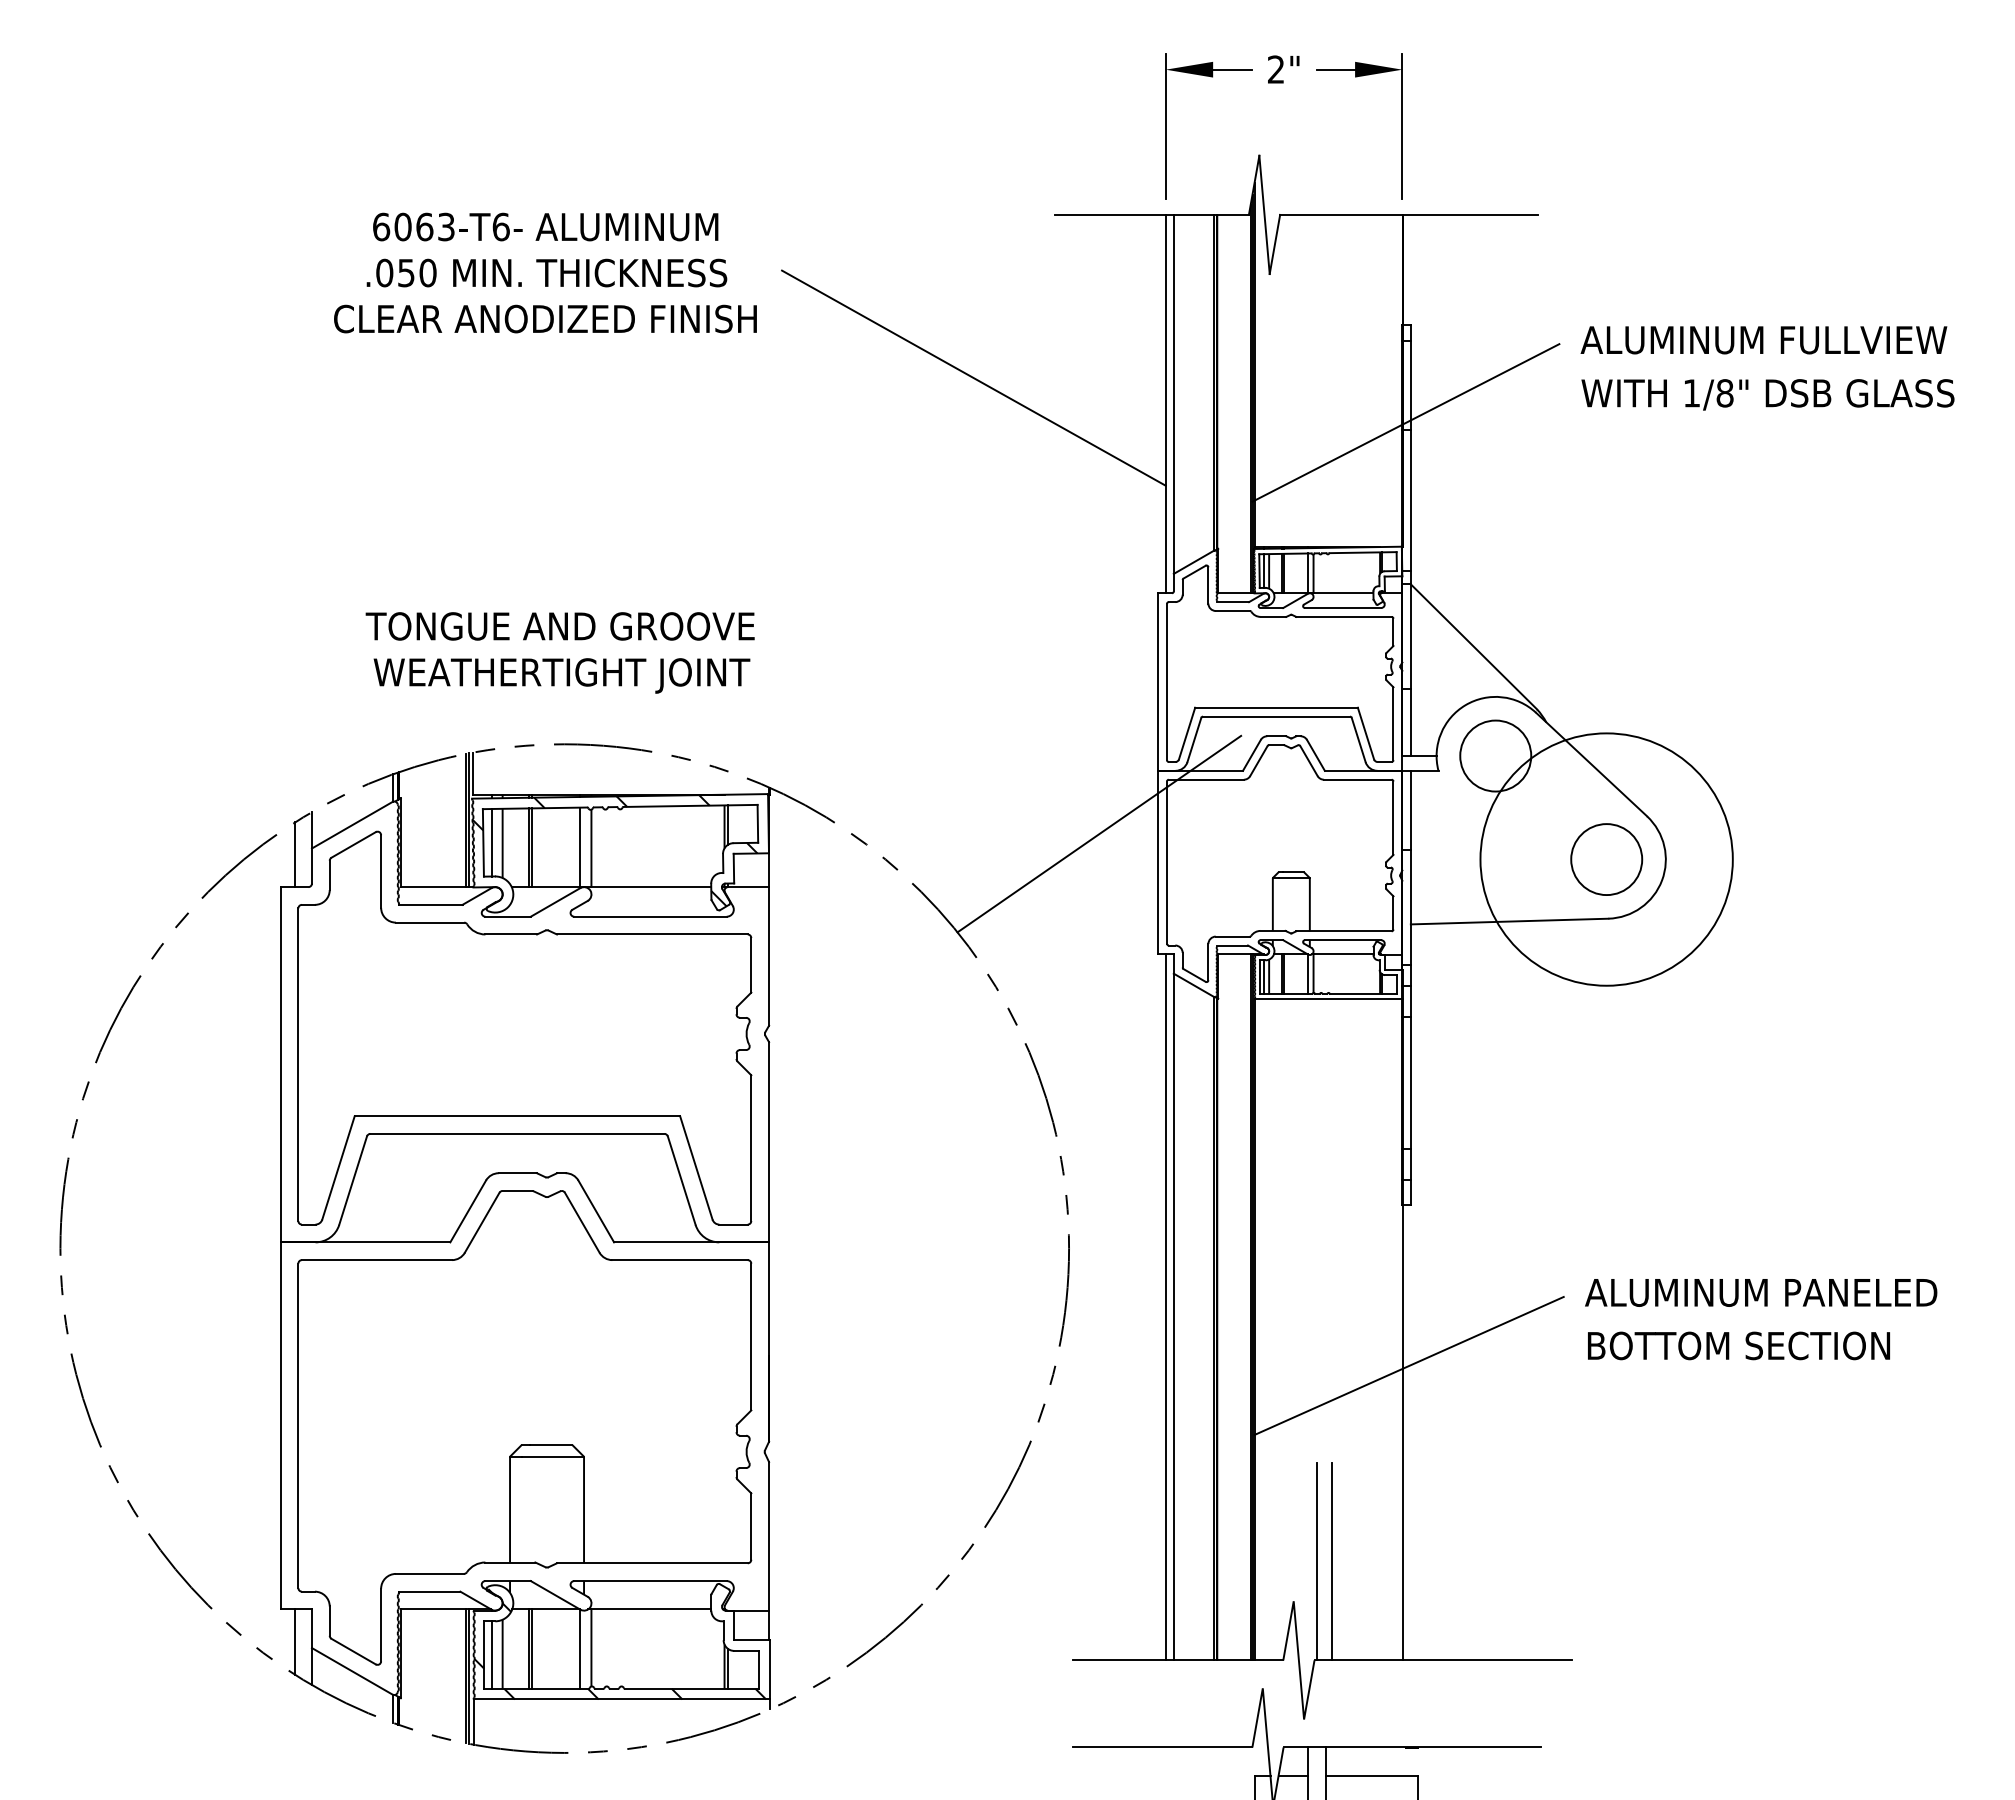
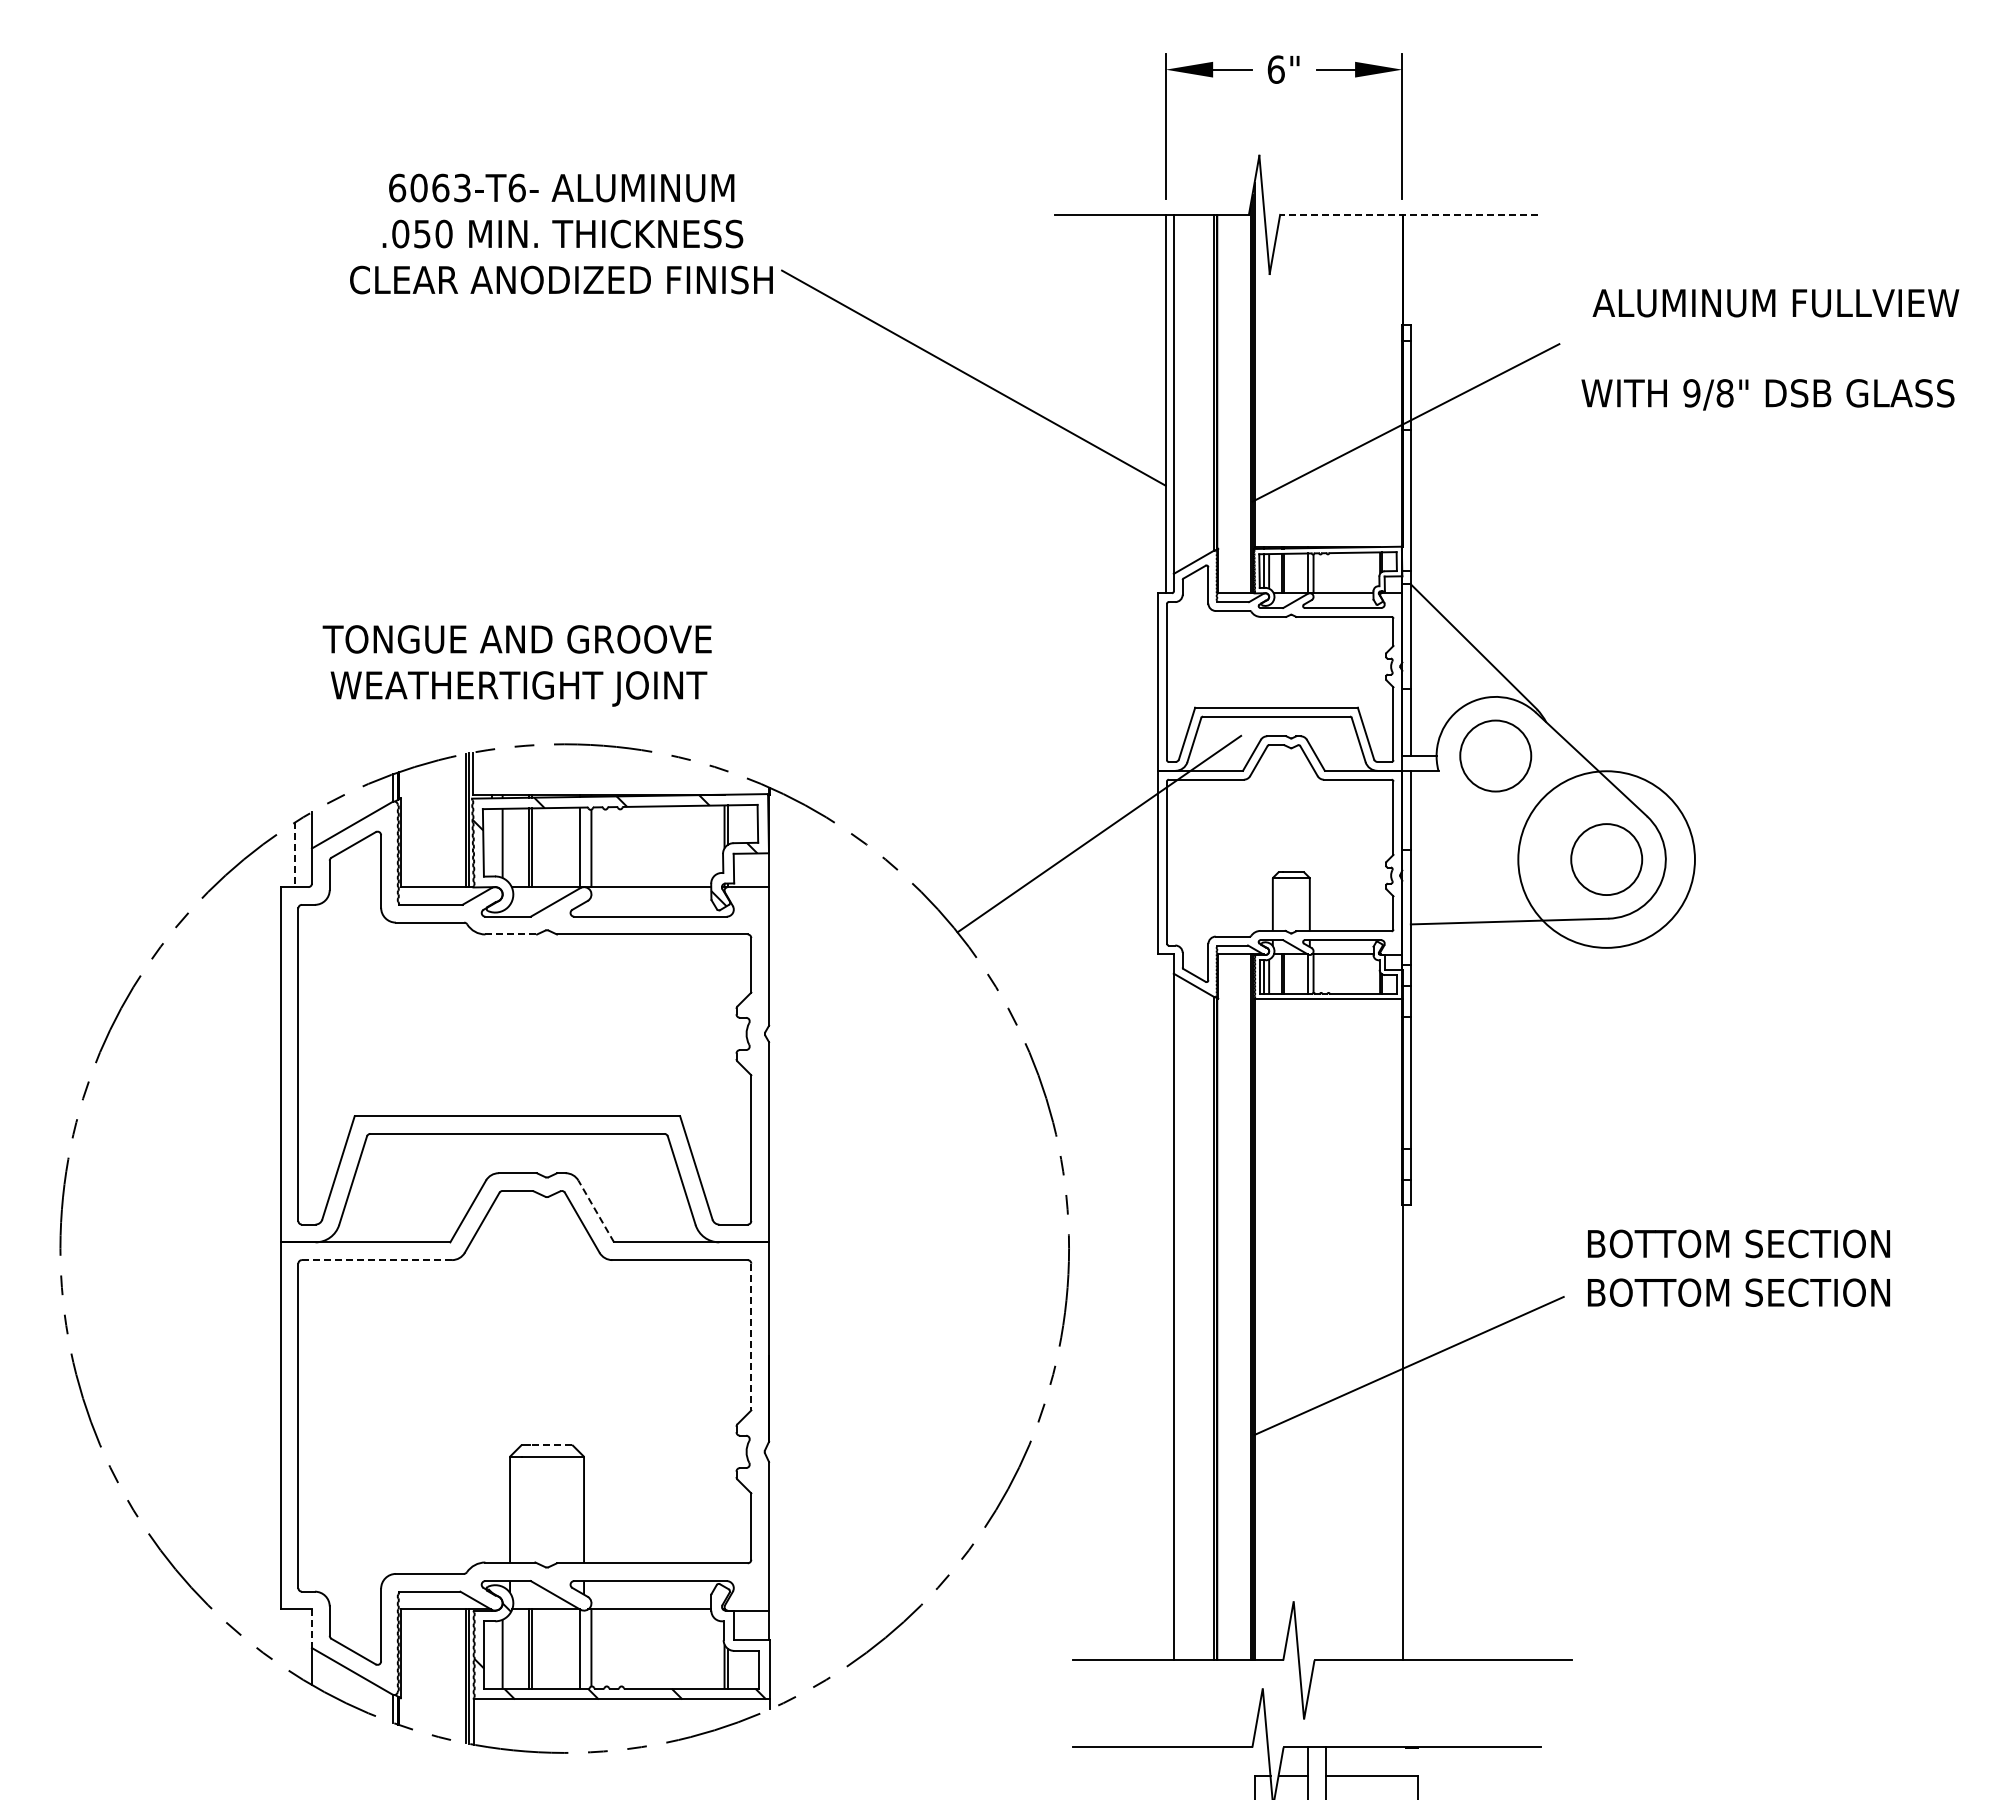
text at (1275, 69): 2" -> 6"
line at (1408, 214): solid -> dashed
text at (545, 272) position: (545, 272) -> (561, 233)
text at (1763, 340) position: (1763, 340) -> (1775, 303)
text at (1691, 393): 1/8" -> 9/8"
text at (559, 652) position: (559, 652) -> (516, 665)
line at (491, 842): present -> none
line at (295, 855): solid -> dashed
circle at (1606, 859) diameter: 252 px -> 177 px
line at (511, 934): solid -> dashed
line at (596, 1211): solid -> dashed
line at (376, 1260): solid -> dashed
text at (1761, 1292): ALUMINUM PANELED -> BOTTOM SECTION
line at (1165, 1307): present -> none
line at (751, 1337): solid -> dashed
text at (1738, 1345) position: (1738, 1345) -> (1738, 1243)
line at (551, 1444): solid -> dashed
line at (1317, 1561): present -> none
line at (1332, 1561): present -> none
line at (311, 1629): solid -> dashed
line at (295, 1641): present -> none
line at (491, 1654): present -> none
